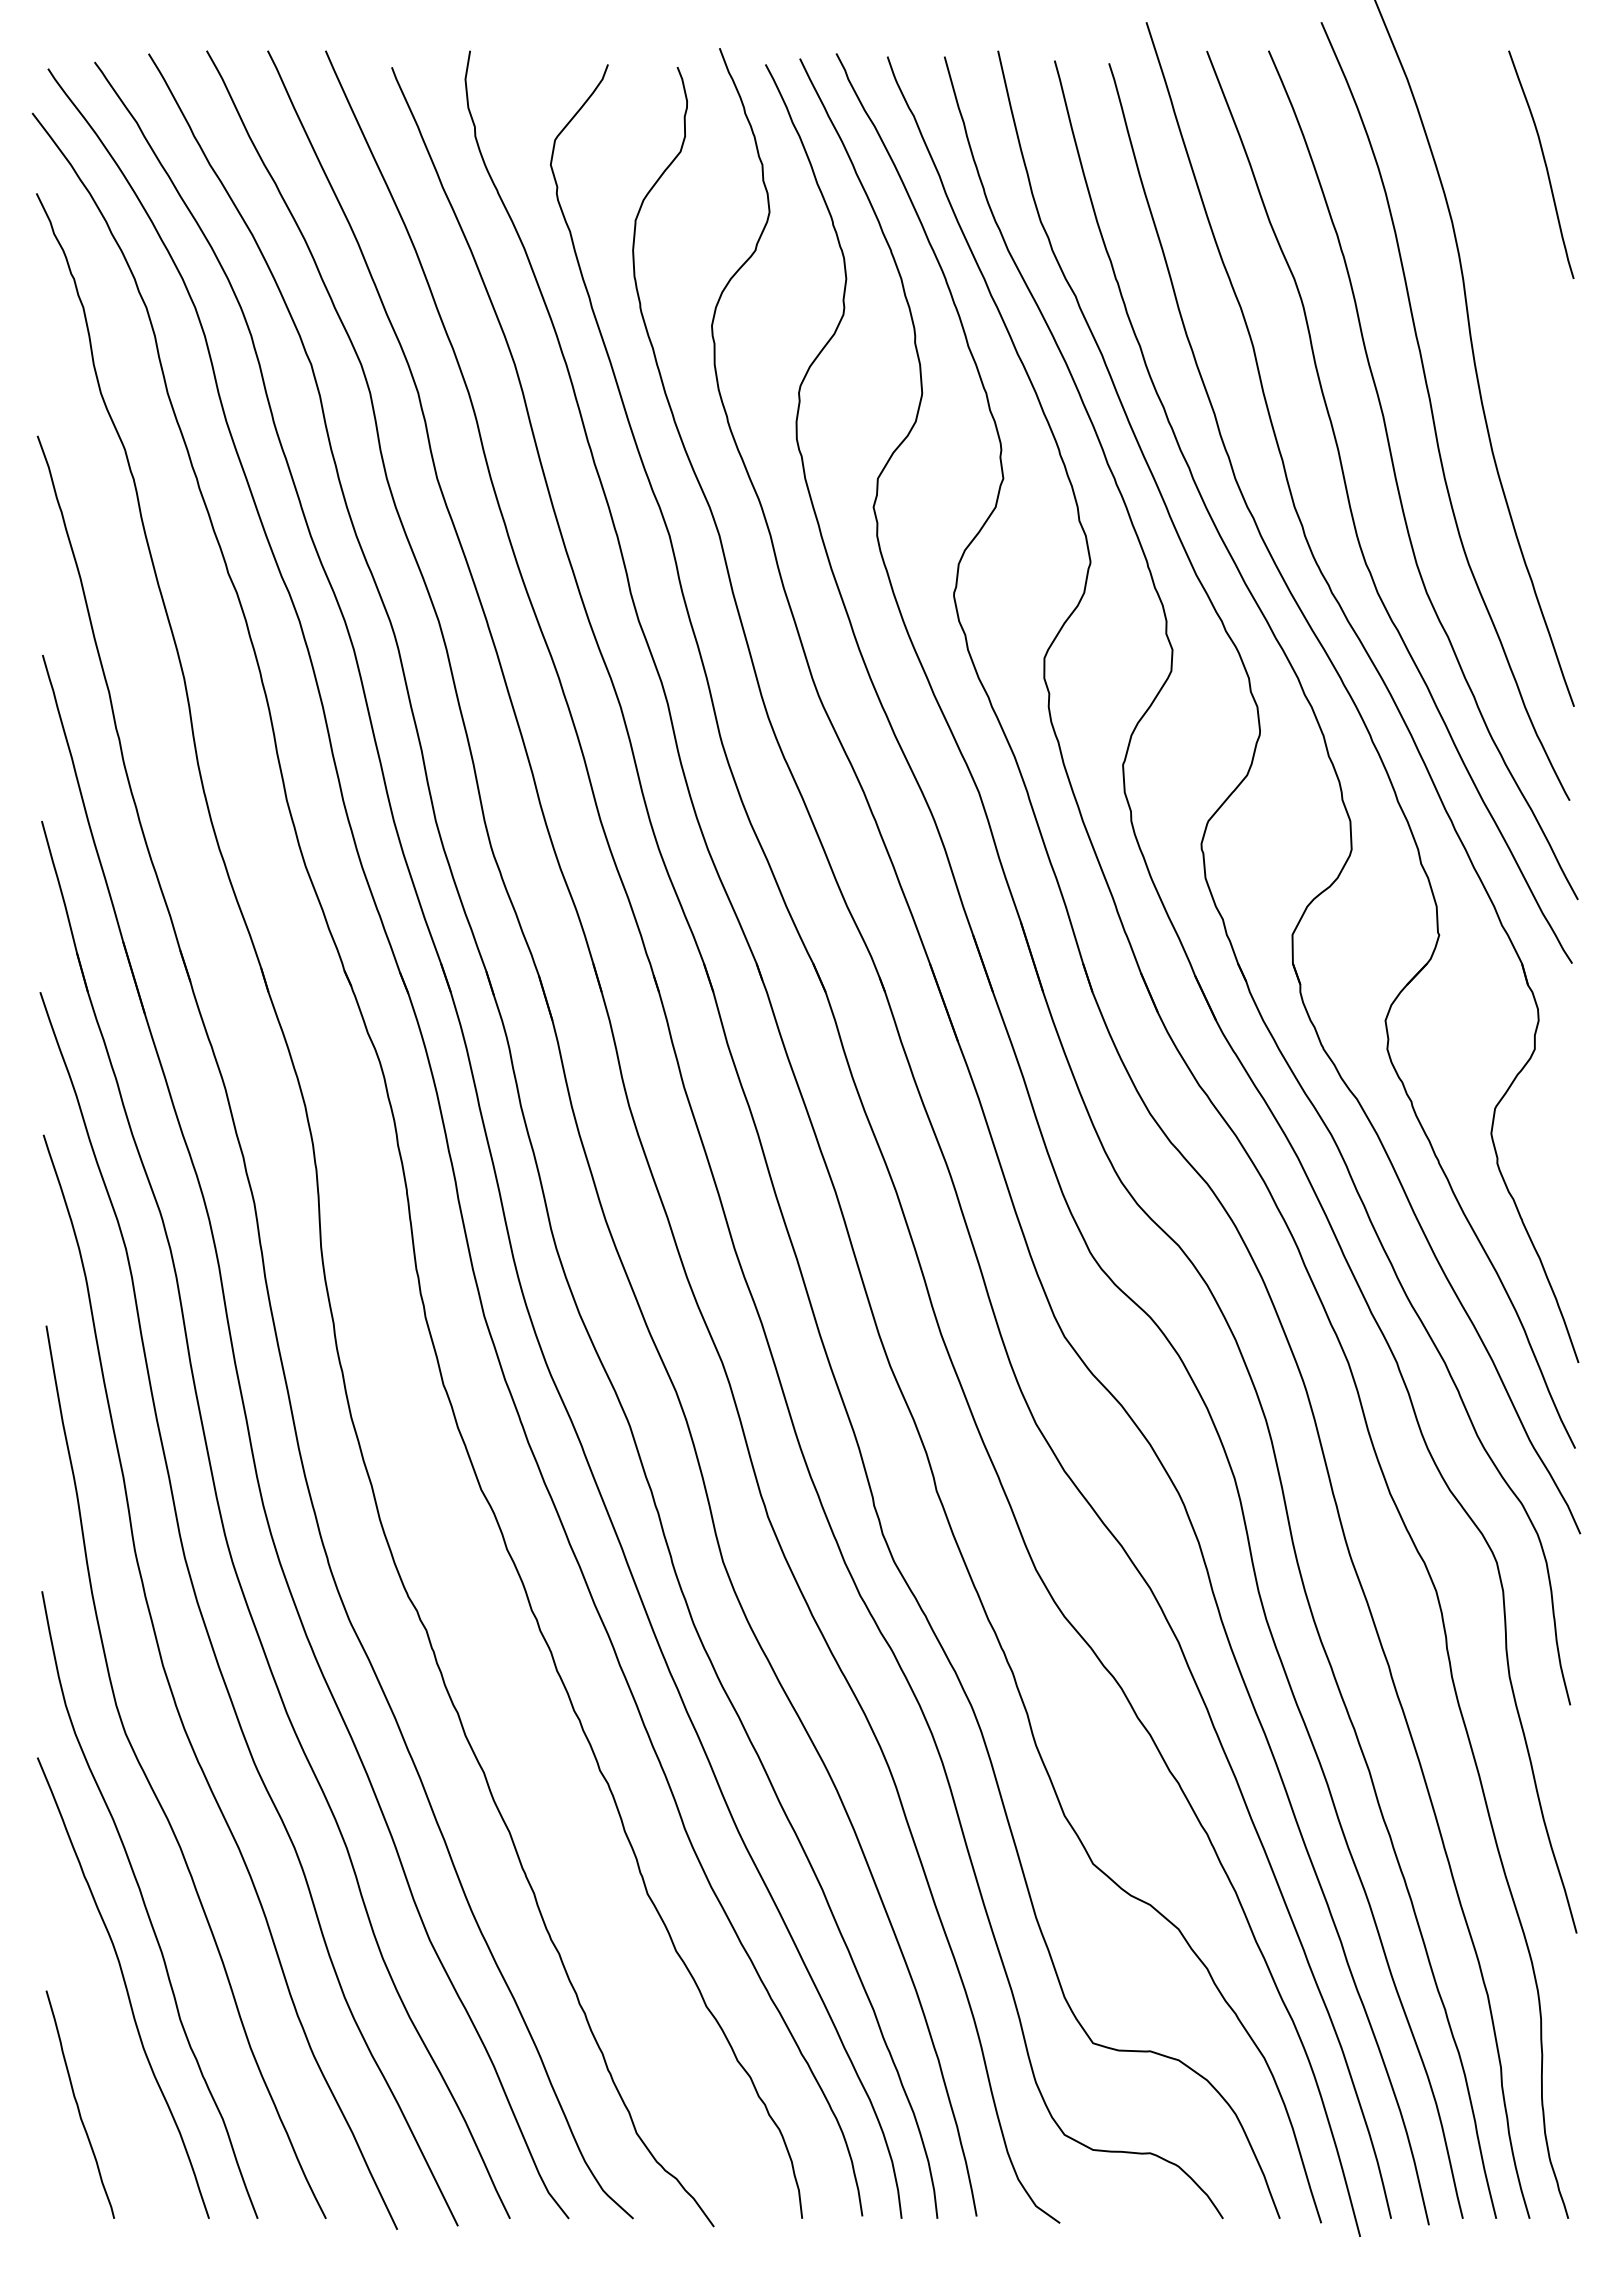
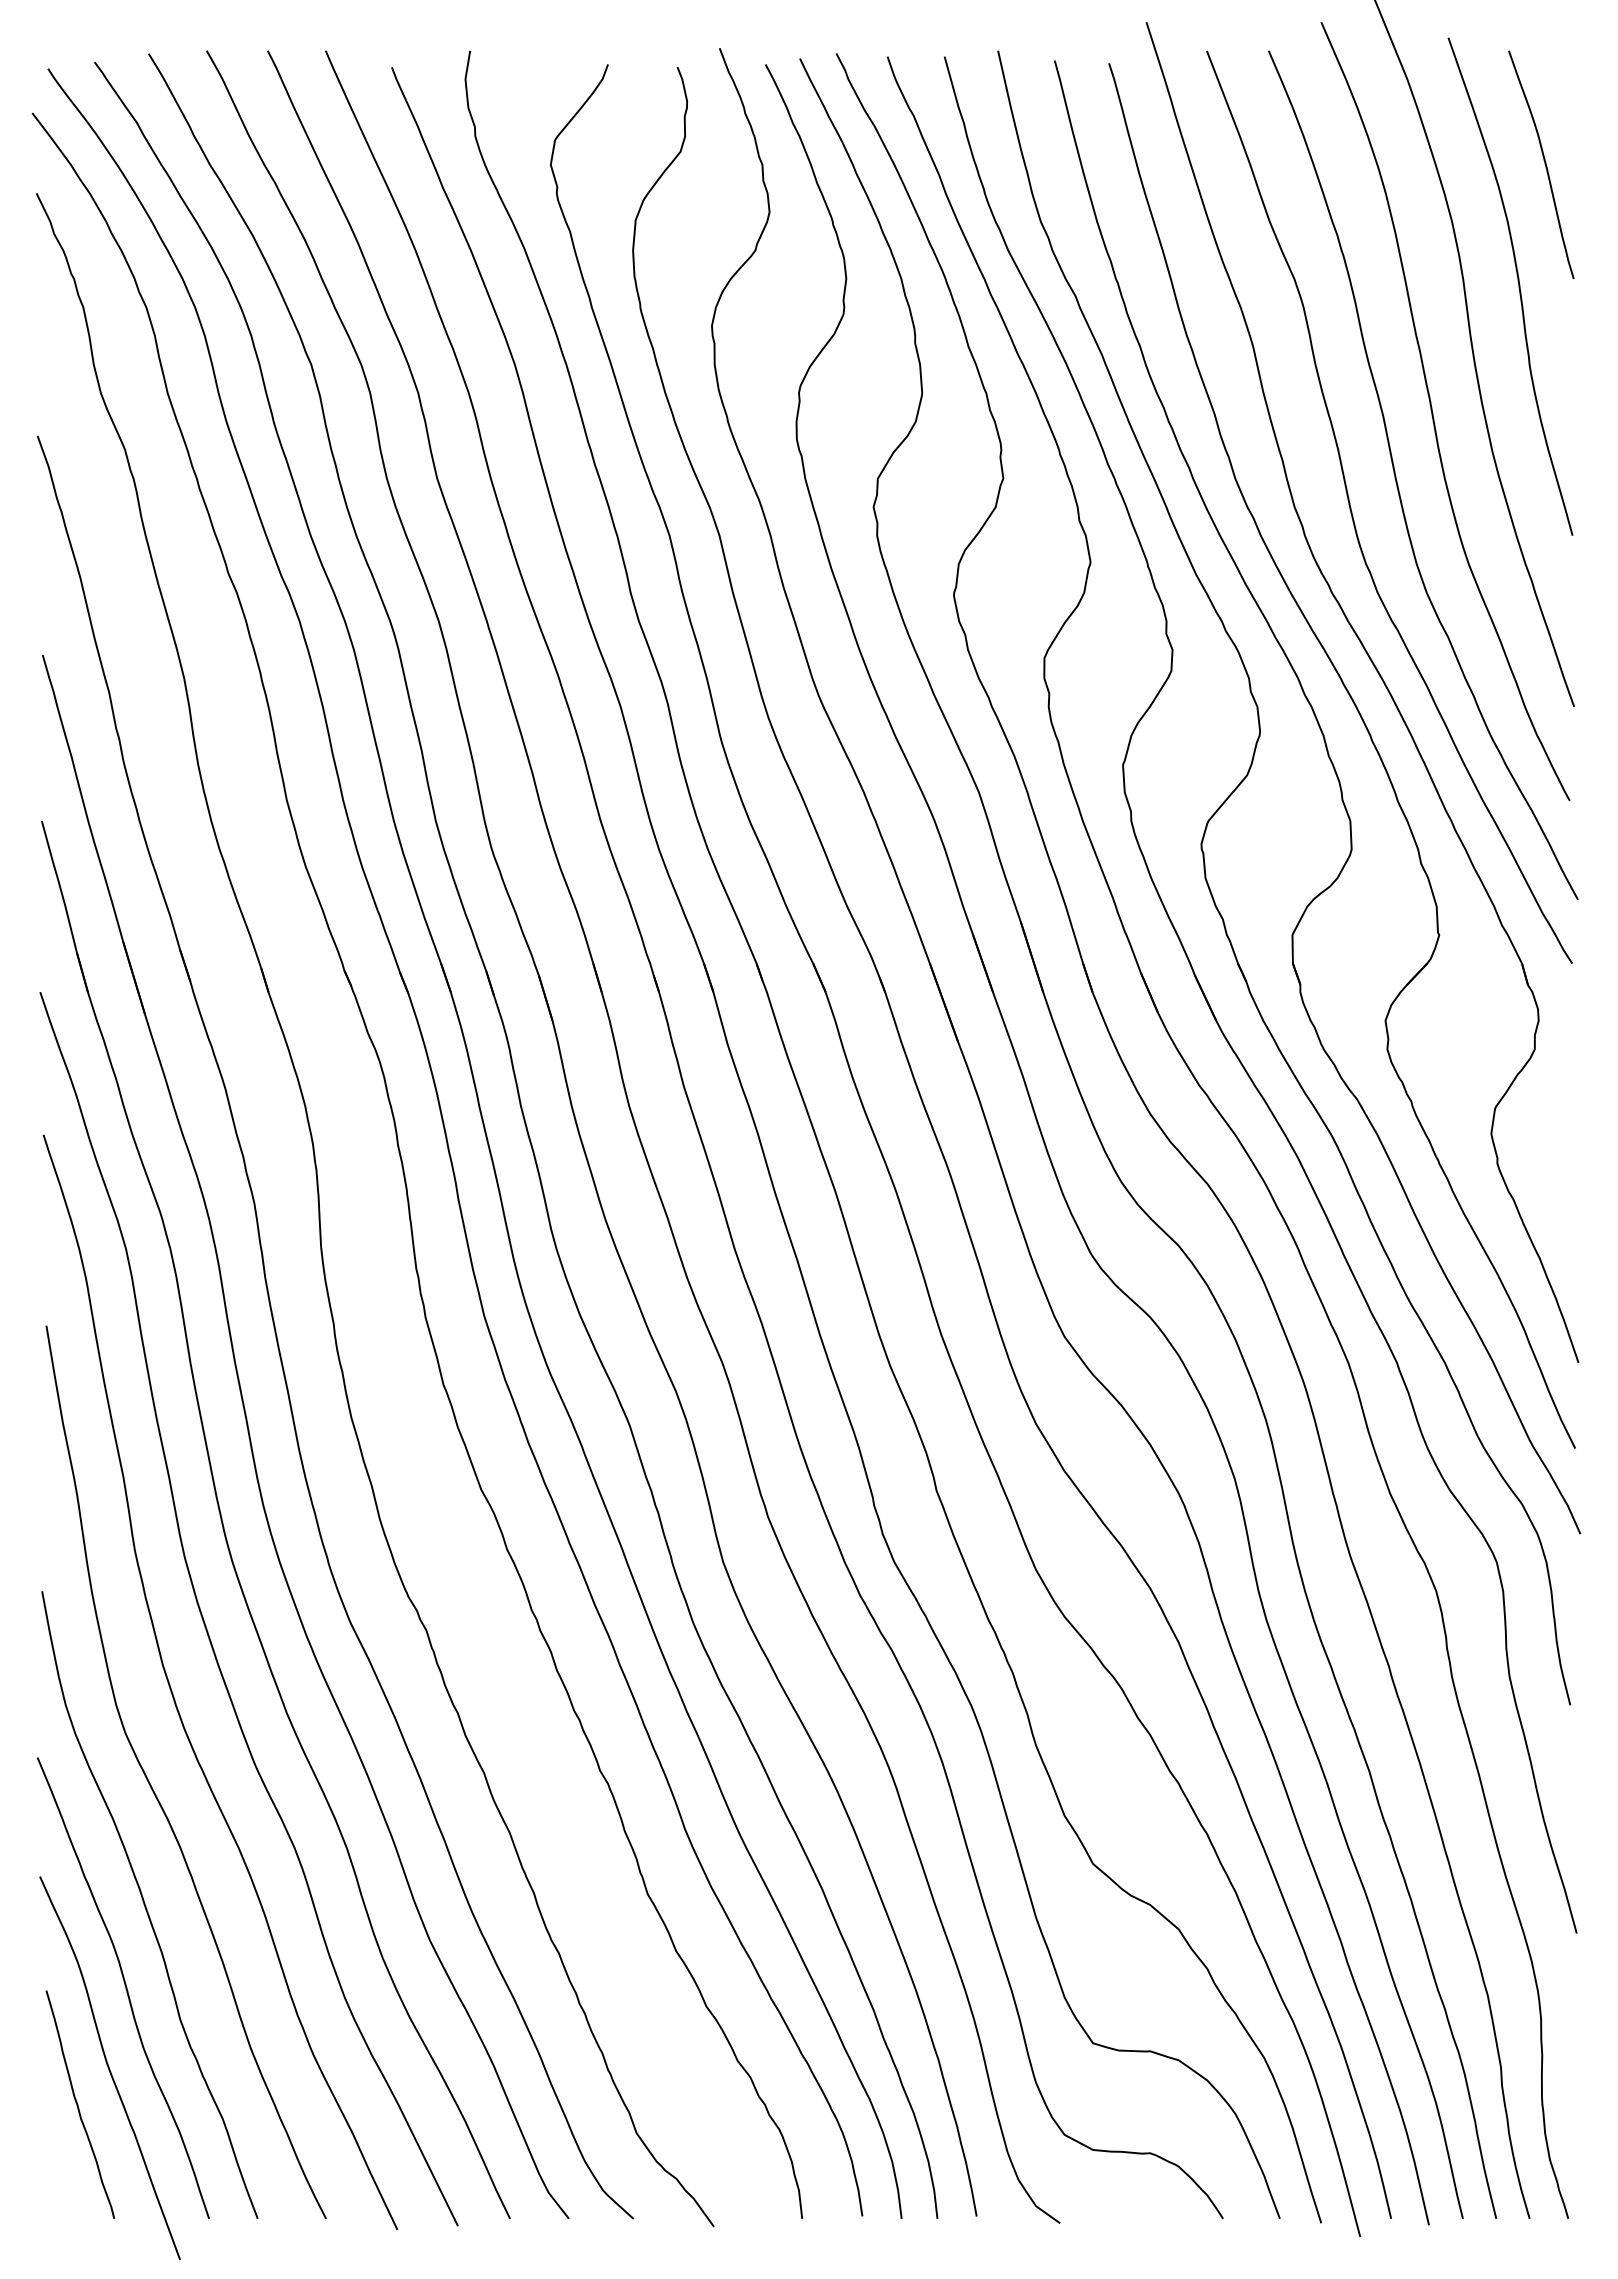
curve at (1518, 286): none -> present
curve at (109, 2068): none -> present
